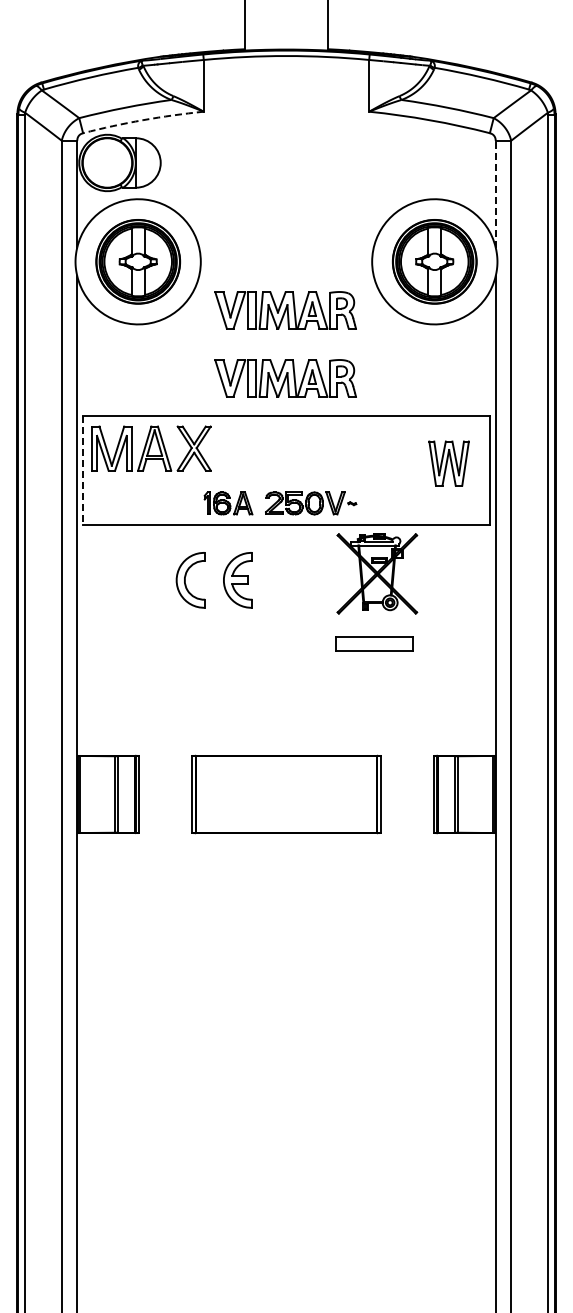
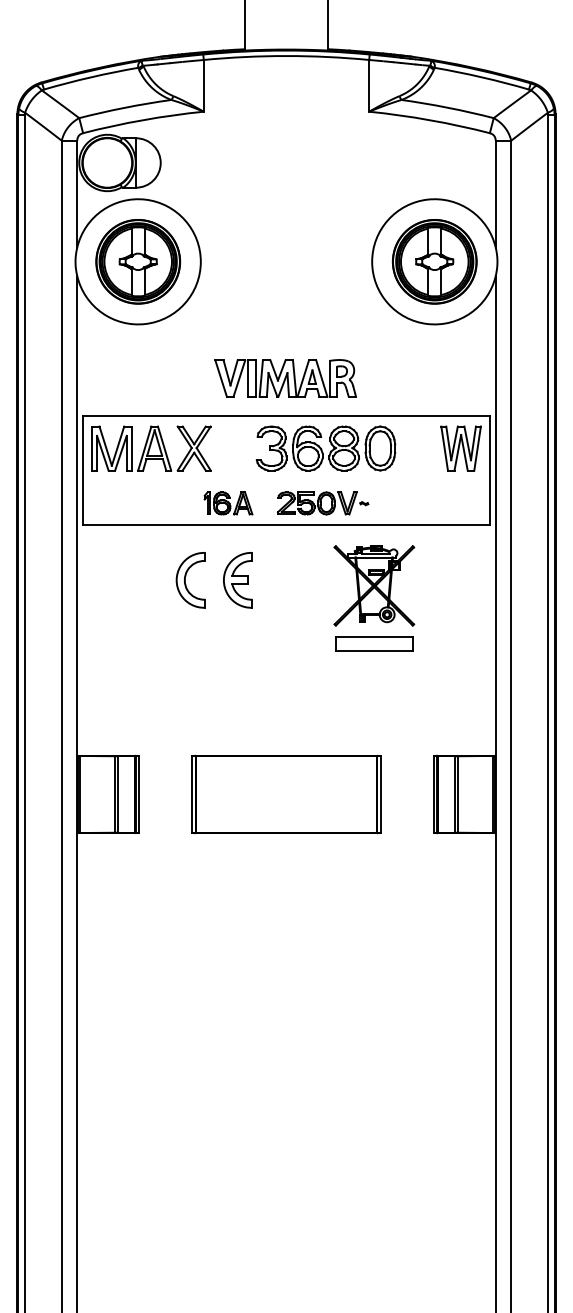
arc at (143, 120): dashed -> solid
line at (495, 193): dashed -> solid
part at (285, 310): present -> none
part at (325, 448): none -> present
part at (448, 463) position: (448, 463) -> (460, 448)
line at (83, 470): dashed -> solid
part at (311, 503) position: (311, 503) -> (323, 503)
part at (377, 573) position: (377, 573) -> (374, 585)
